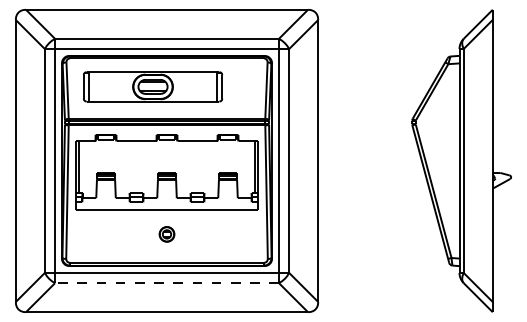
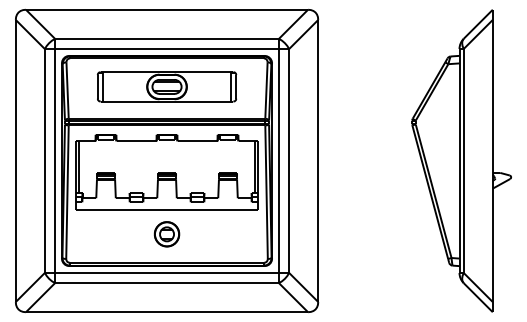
part at (153, 86) position: (153, 86) -> (167, 86)
part at (166, 234) size: 18x17 px -> 28x27 px
line at (167, 283): dashed -> solid
